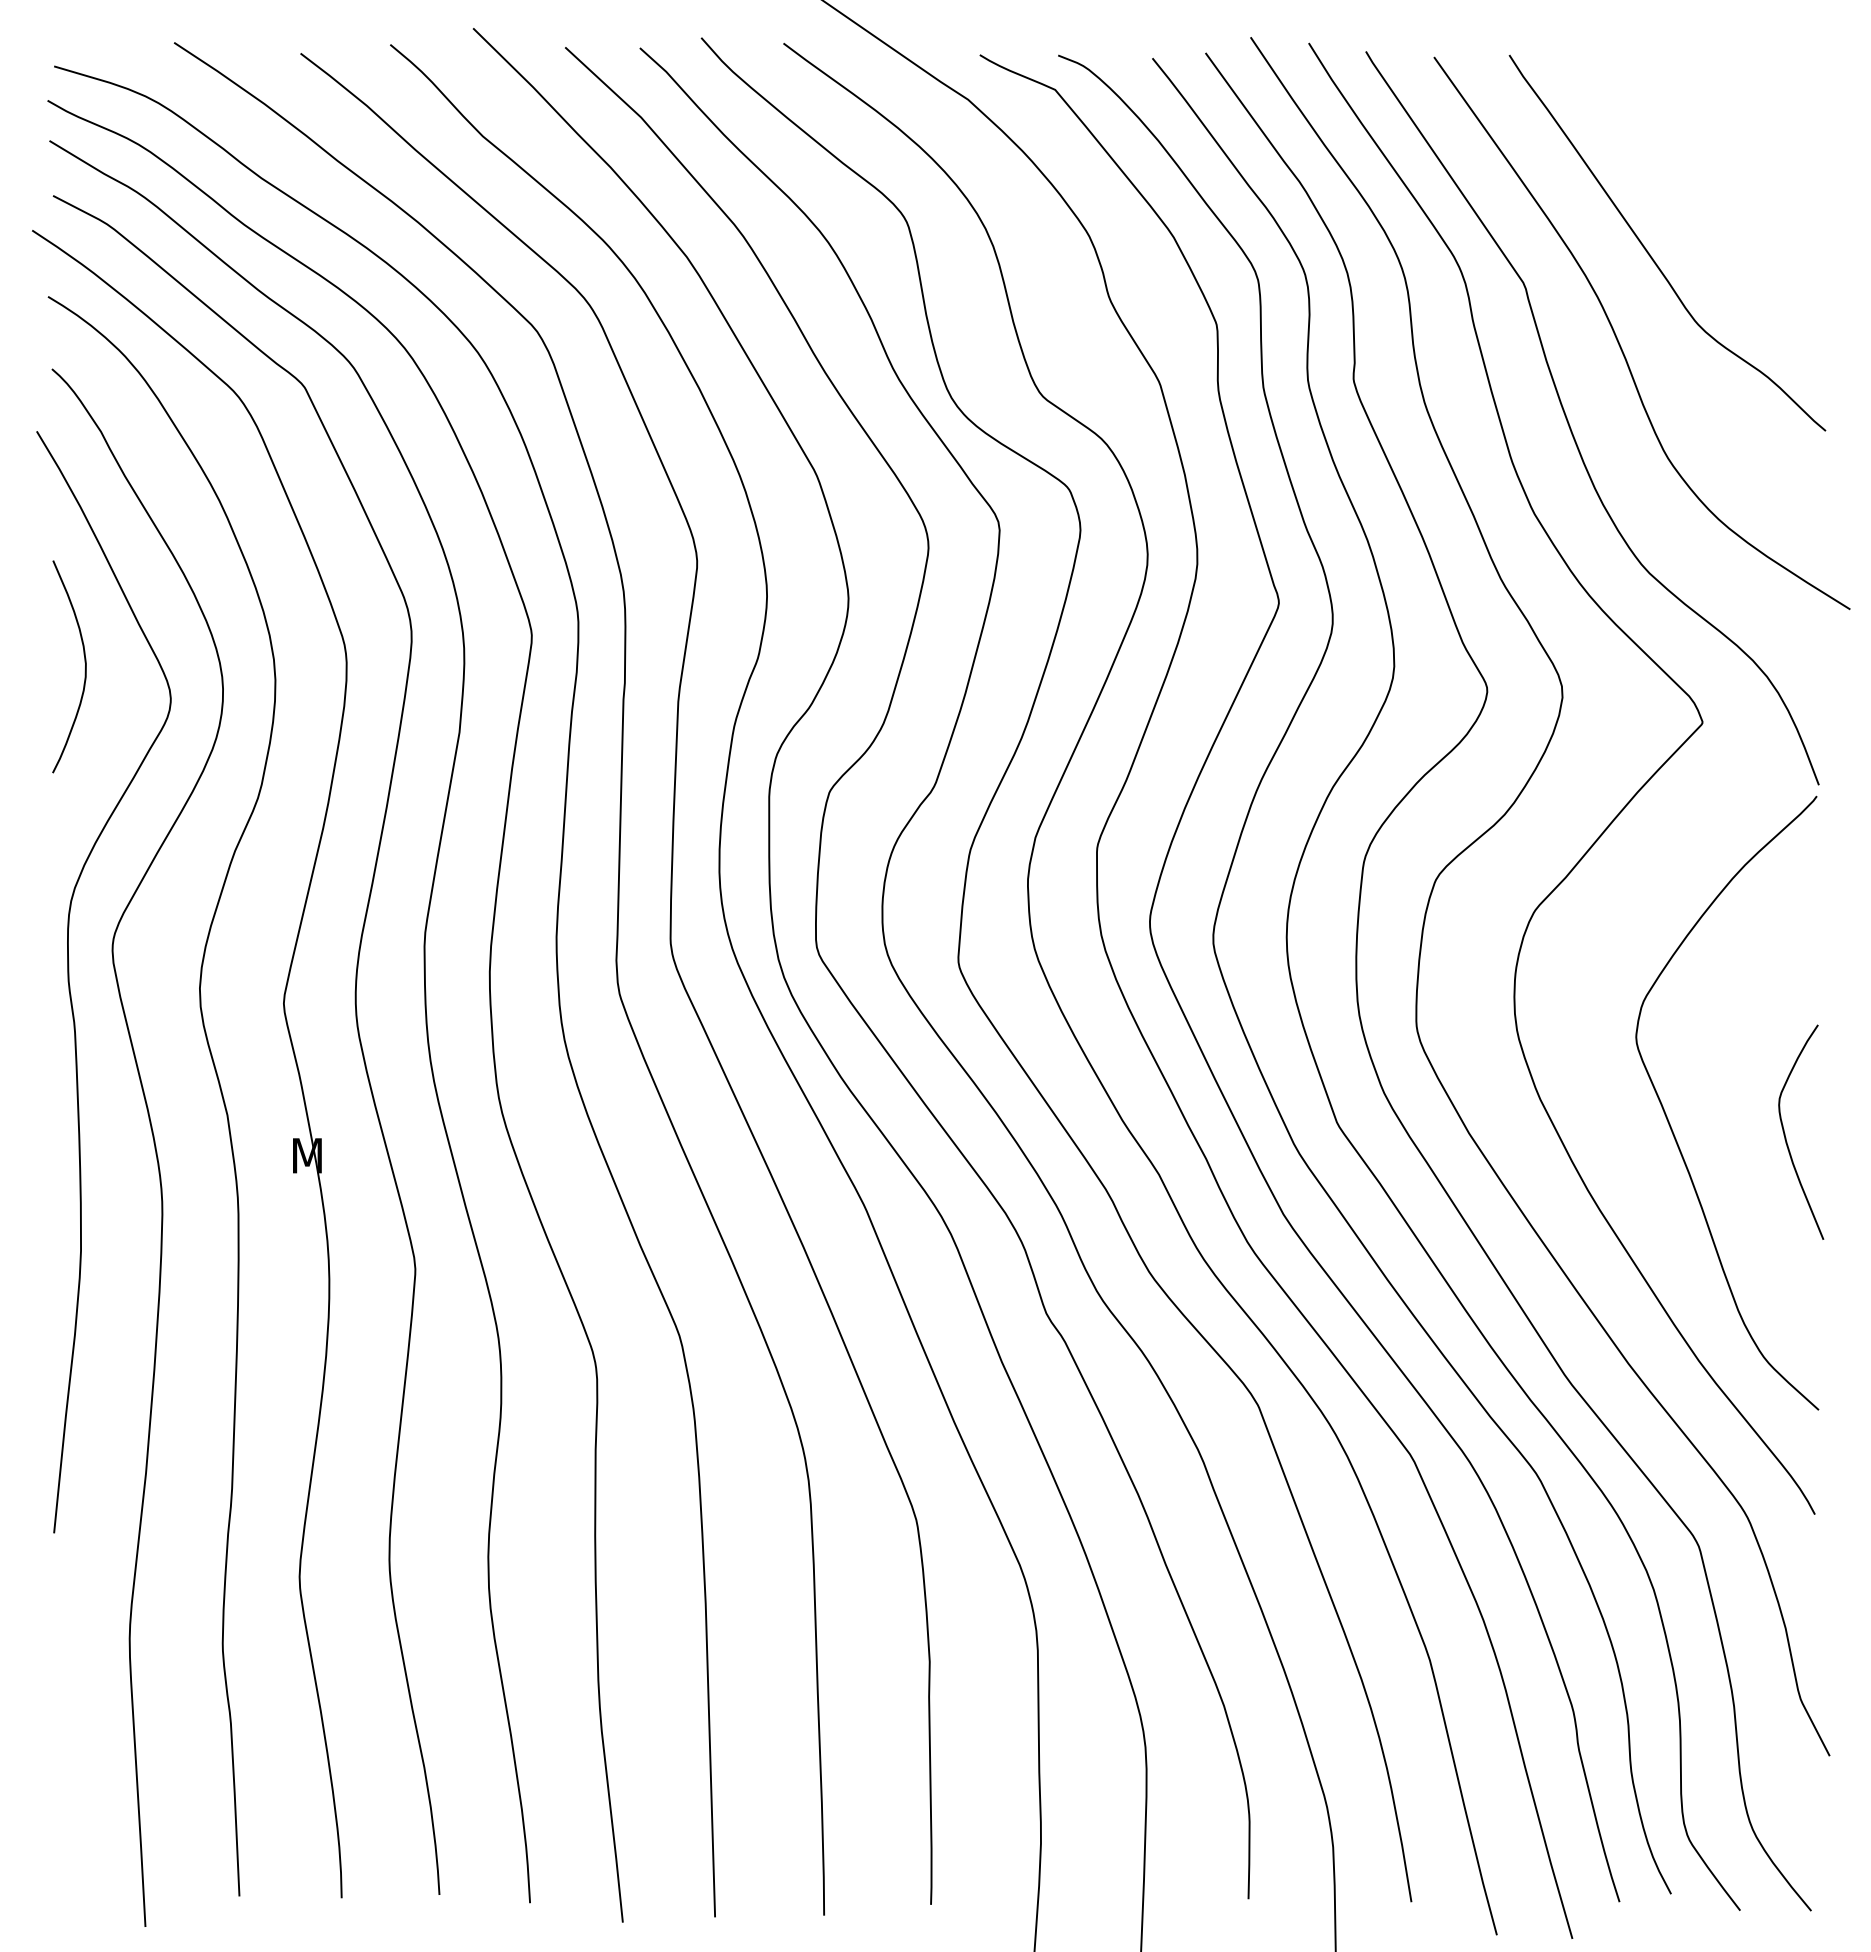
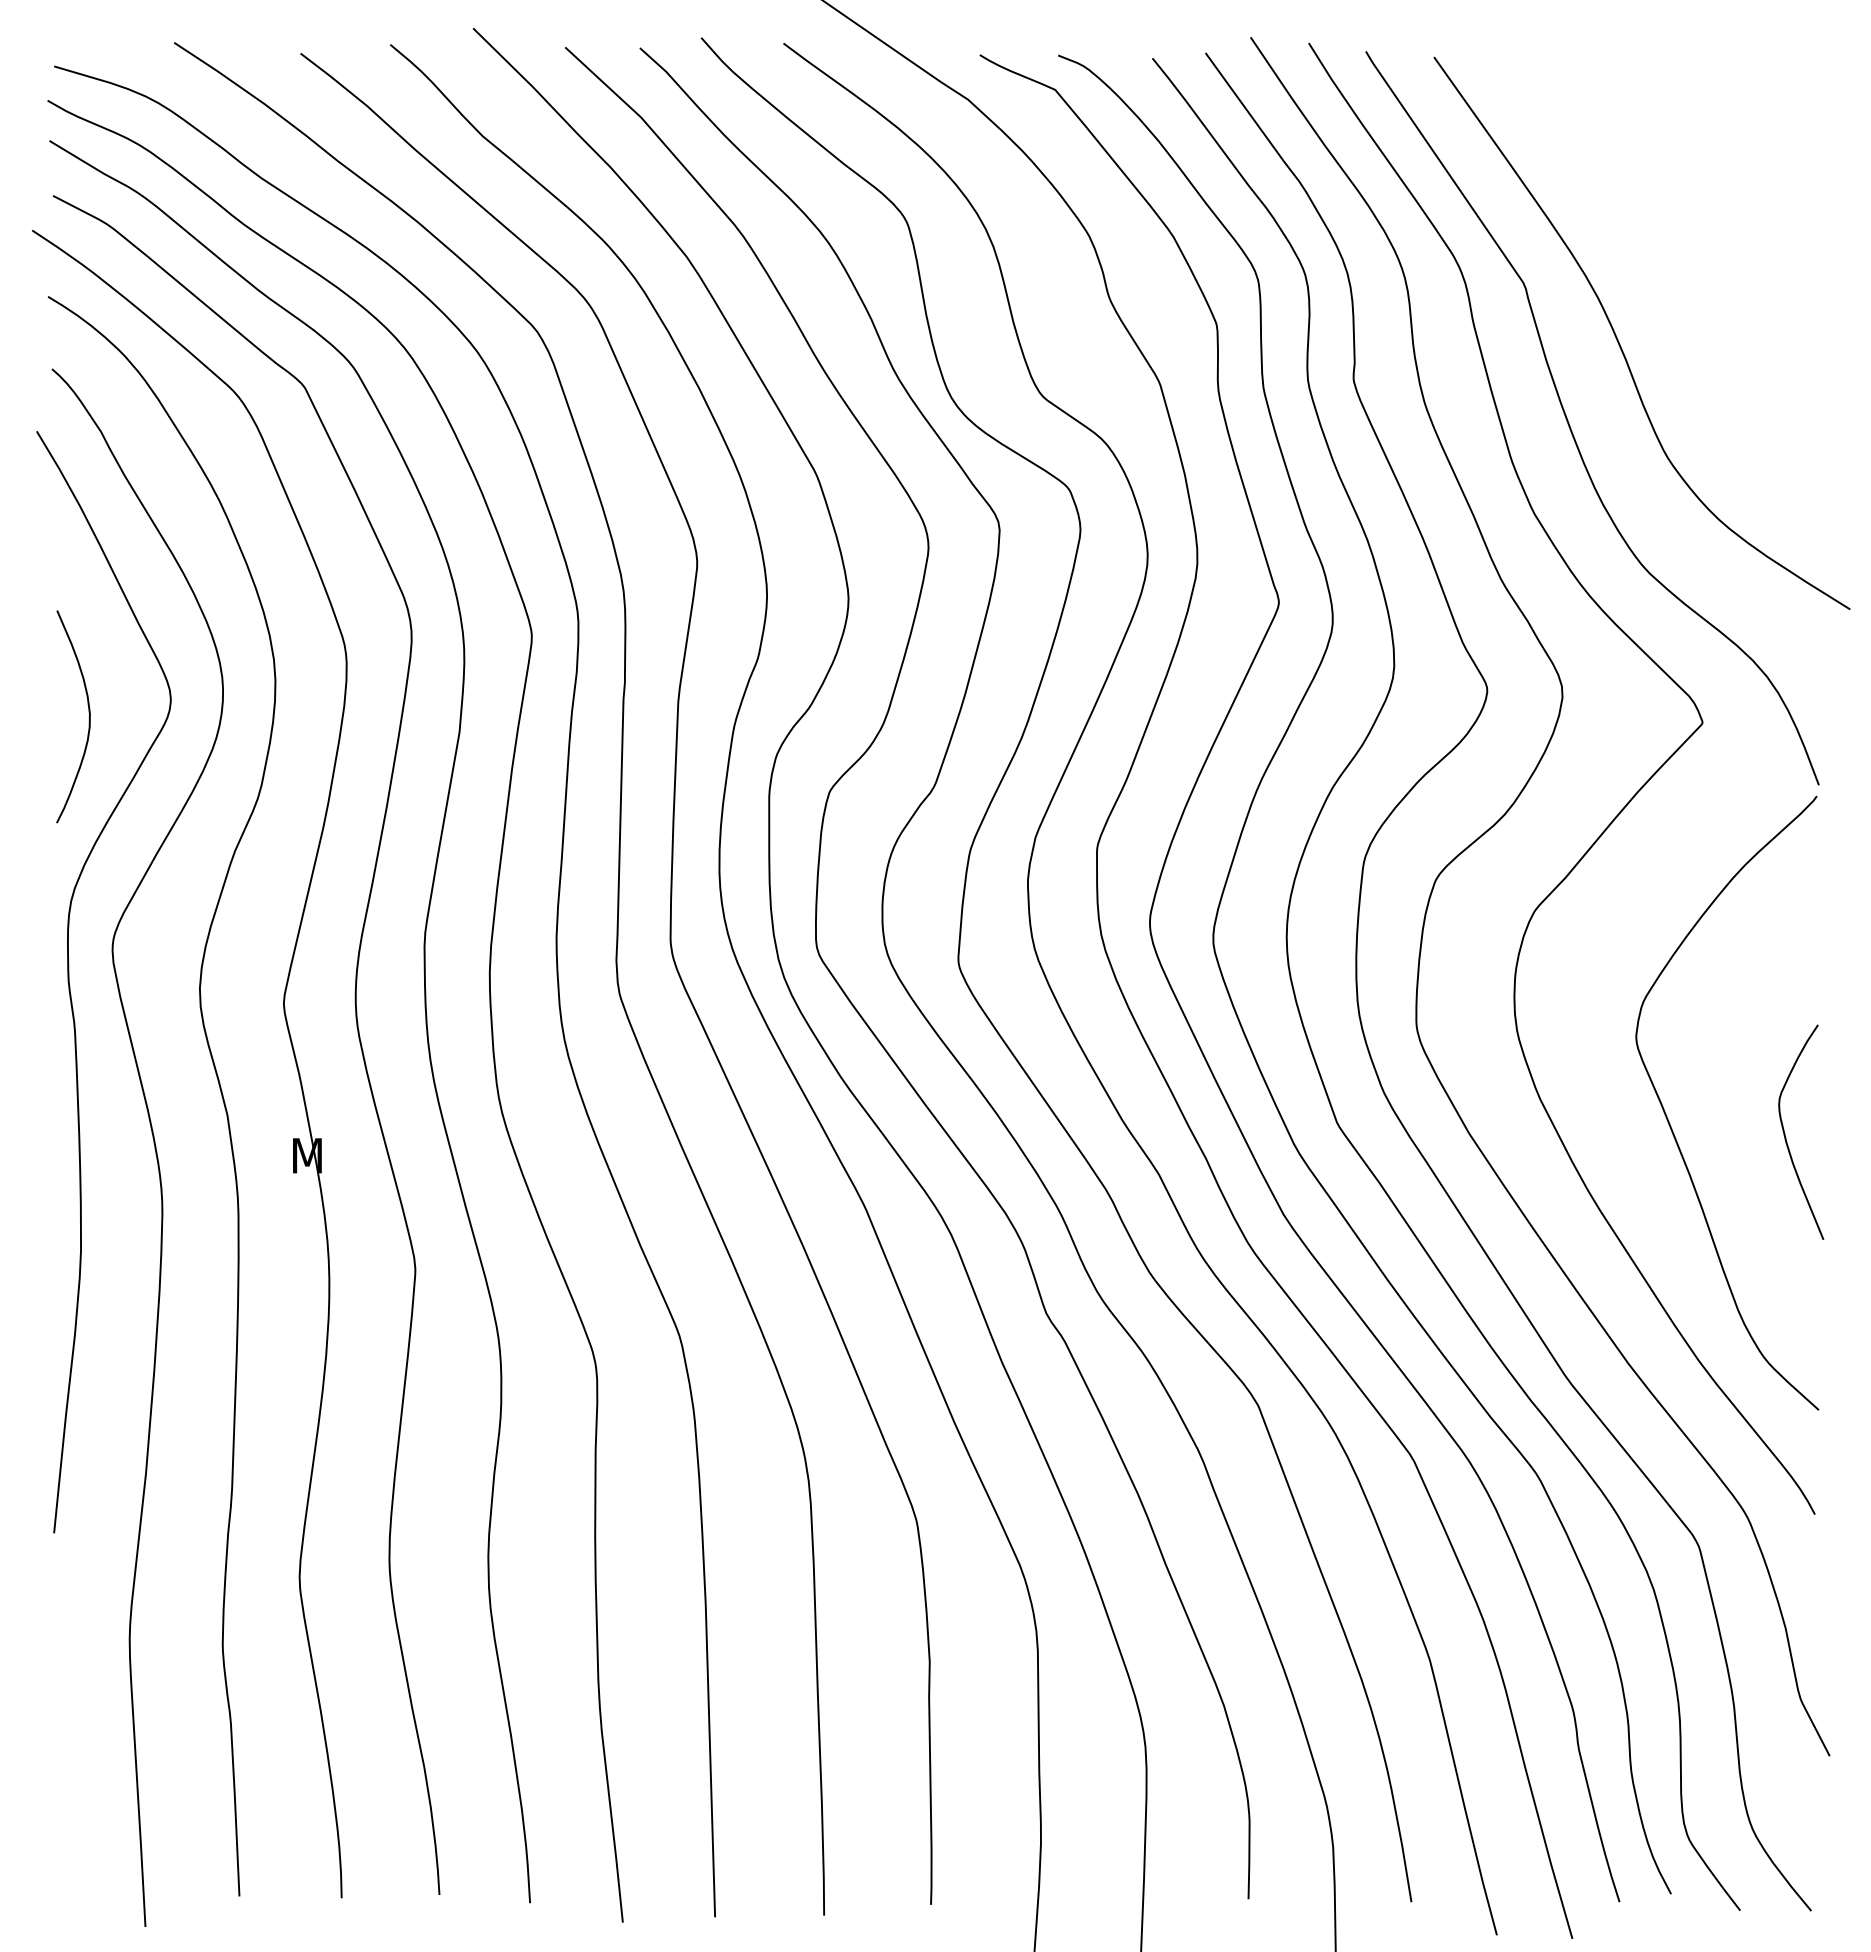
curve at (1651, 255): present -> none
curve at (84, 662) position: (84, 662) -> (88, 712)
